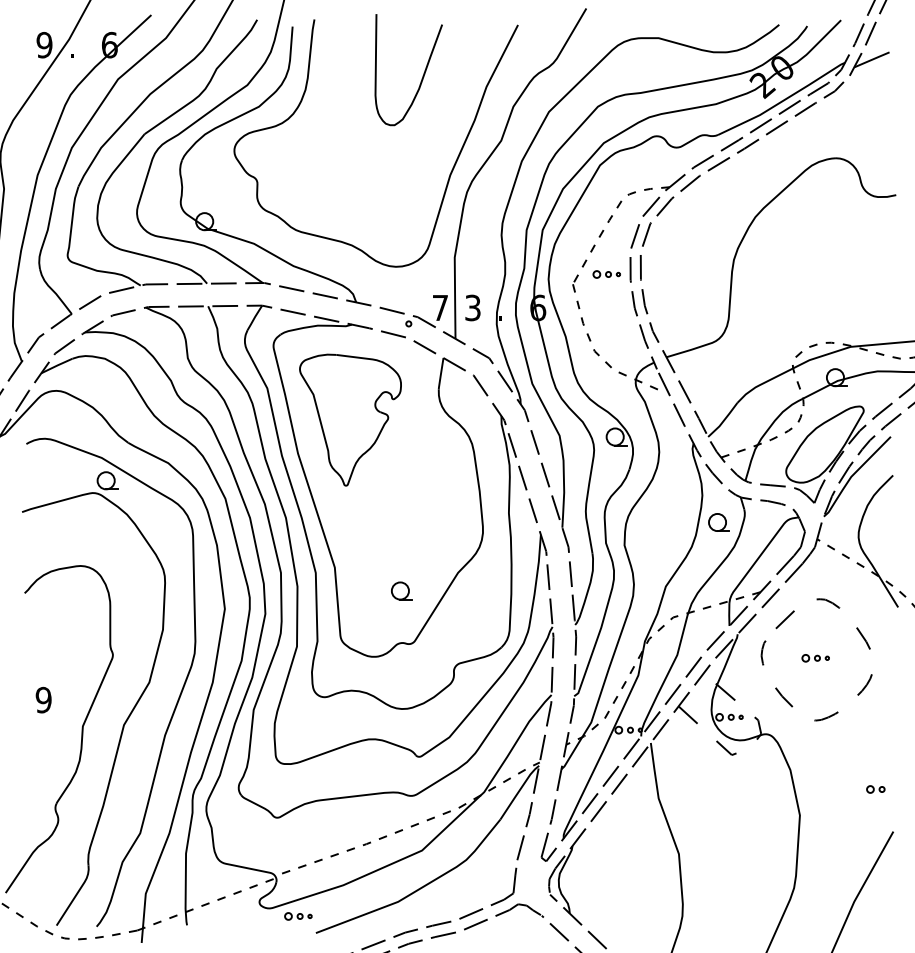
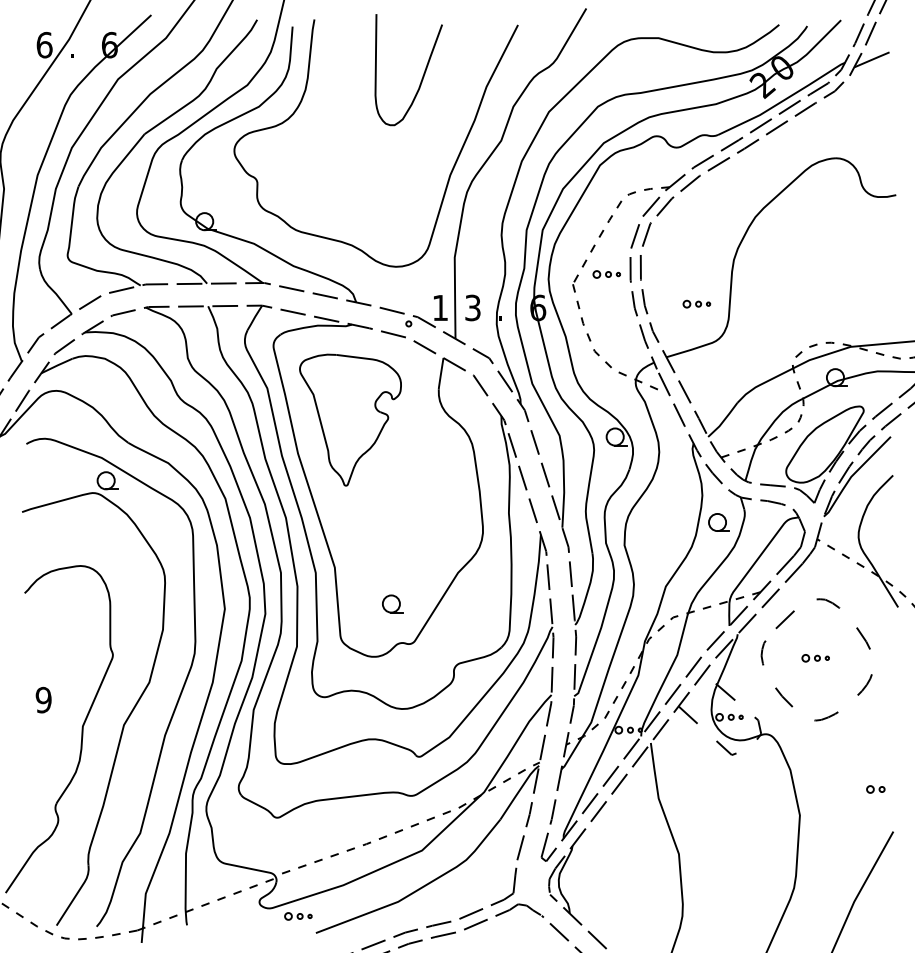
text at (44, 44): 9 -> 6
part at (696, 303): none -> present
text at (440, 307): 7 -> 1
part at (401, 590) position: (401, 590) -> (392, 603)
